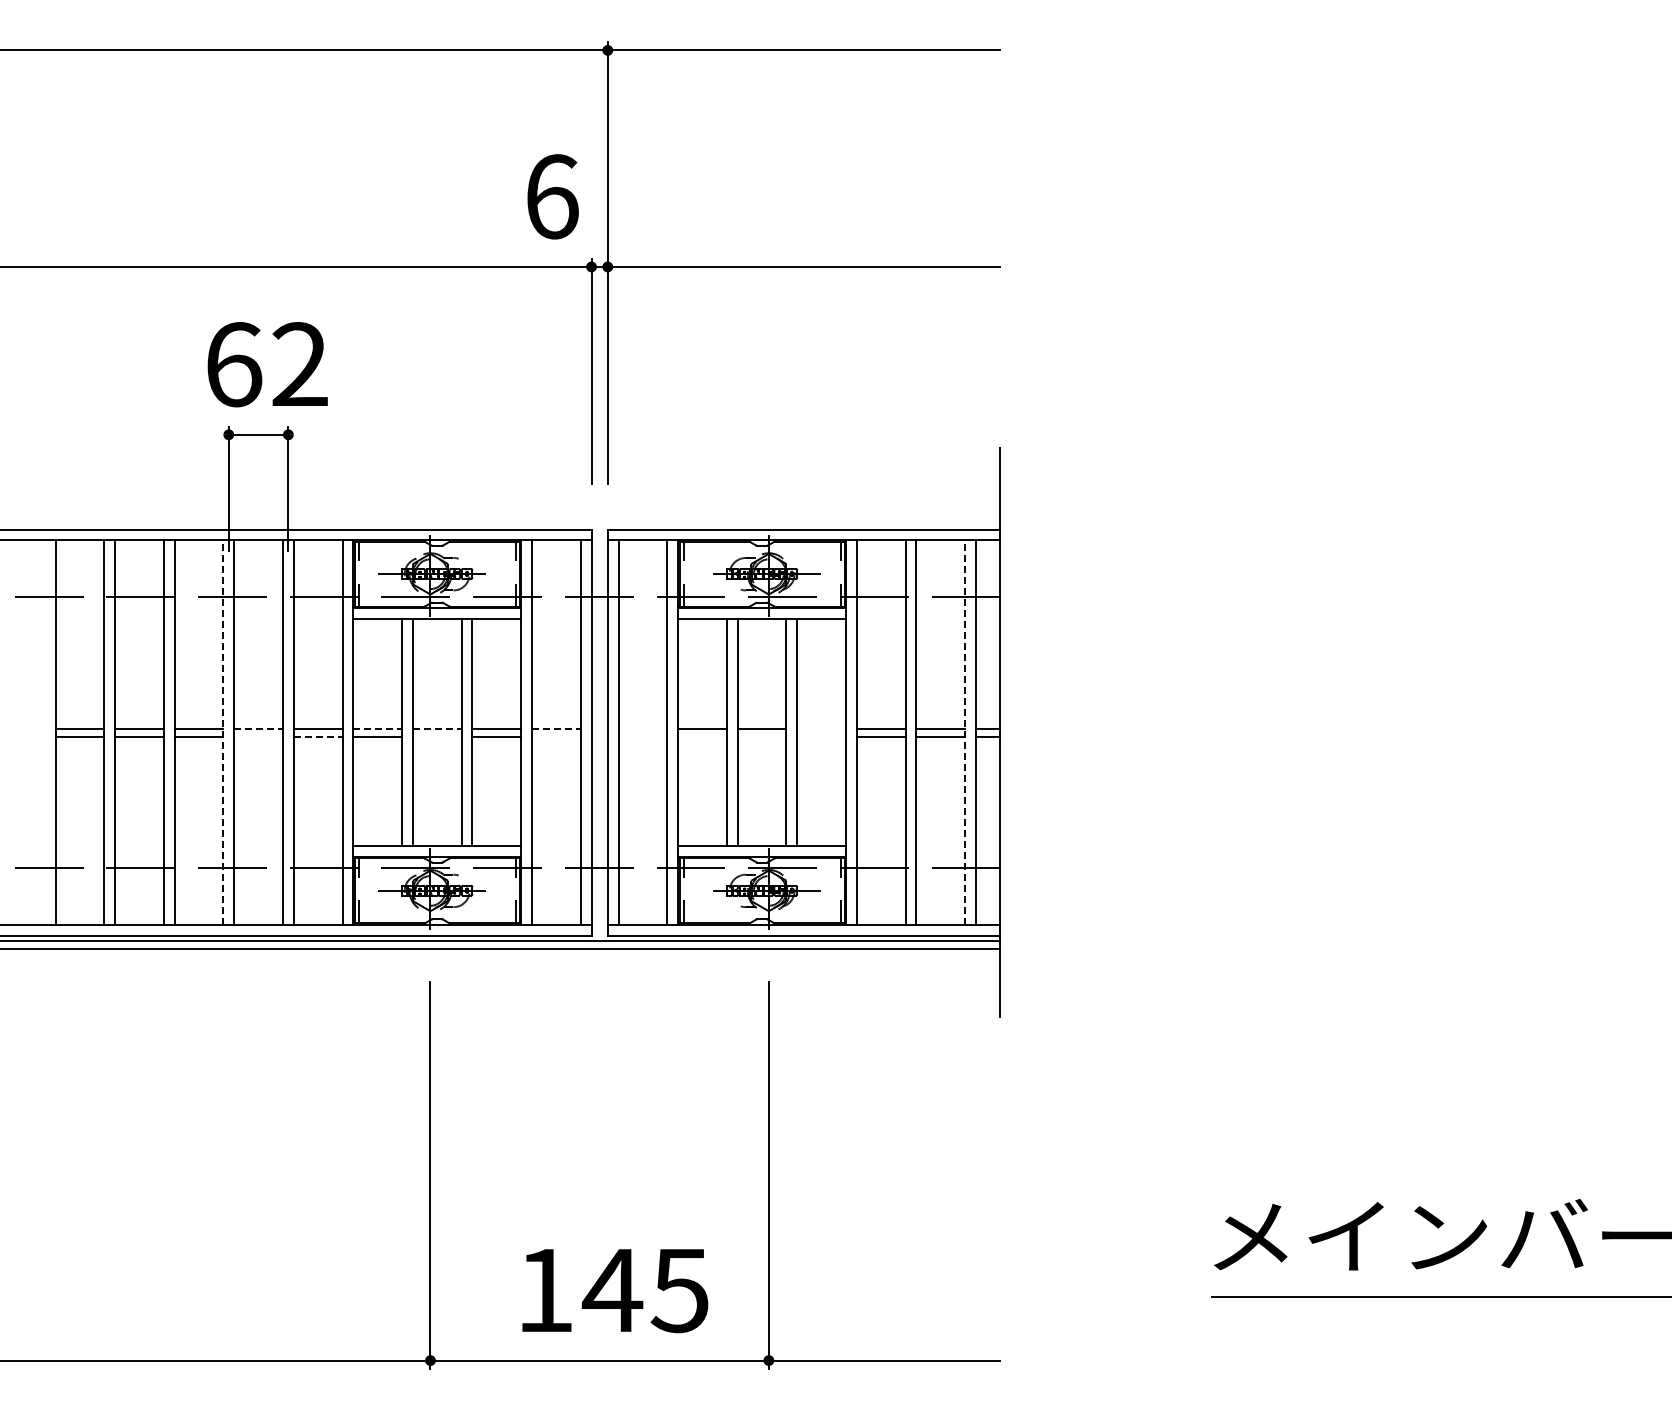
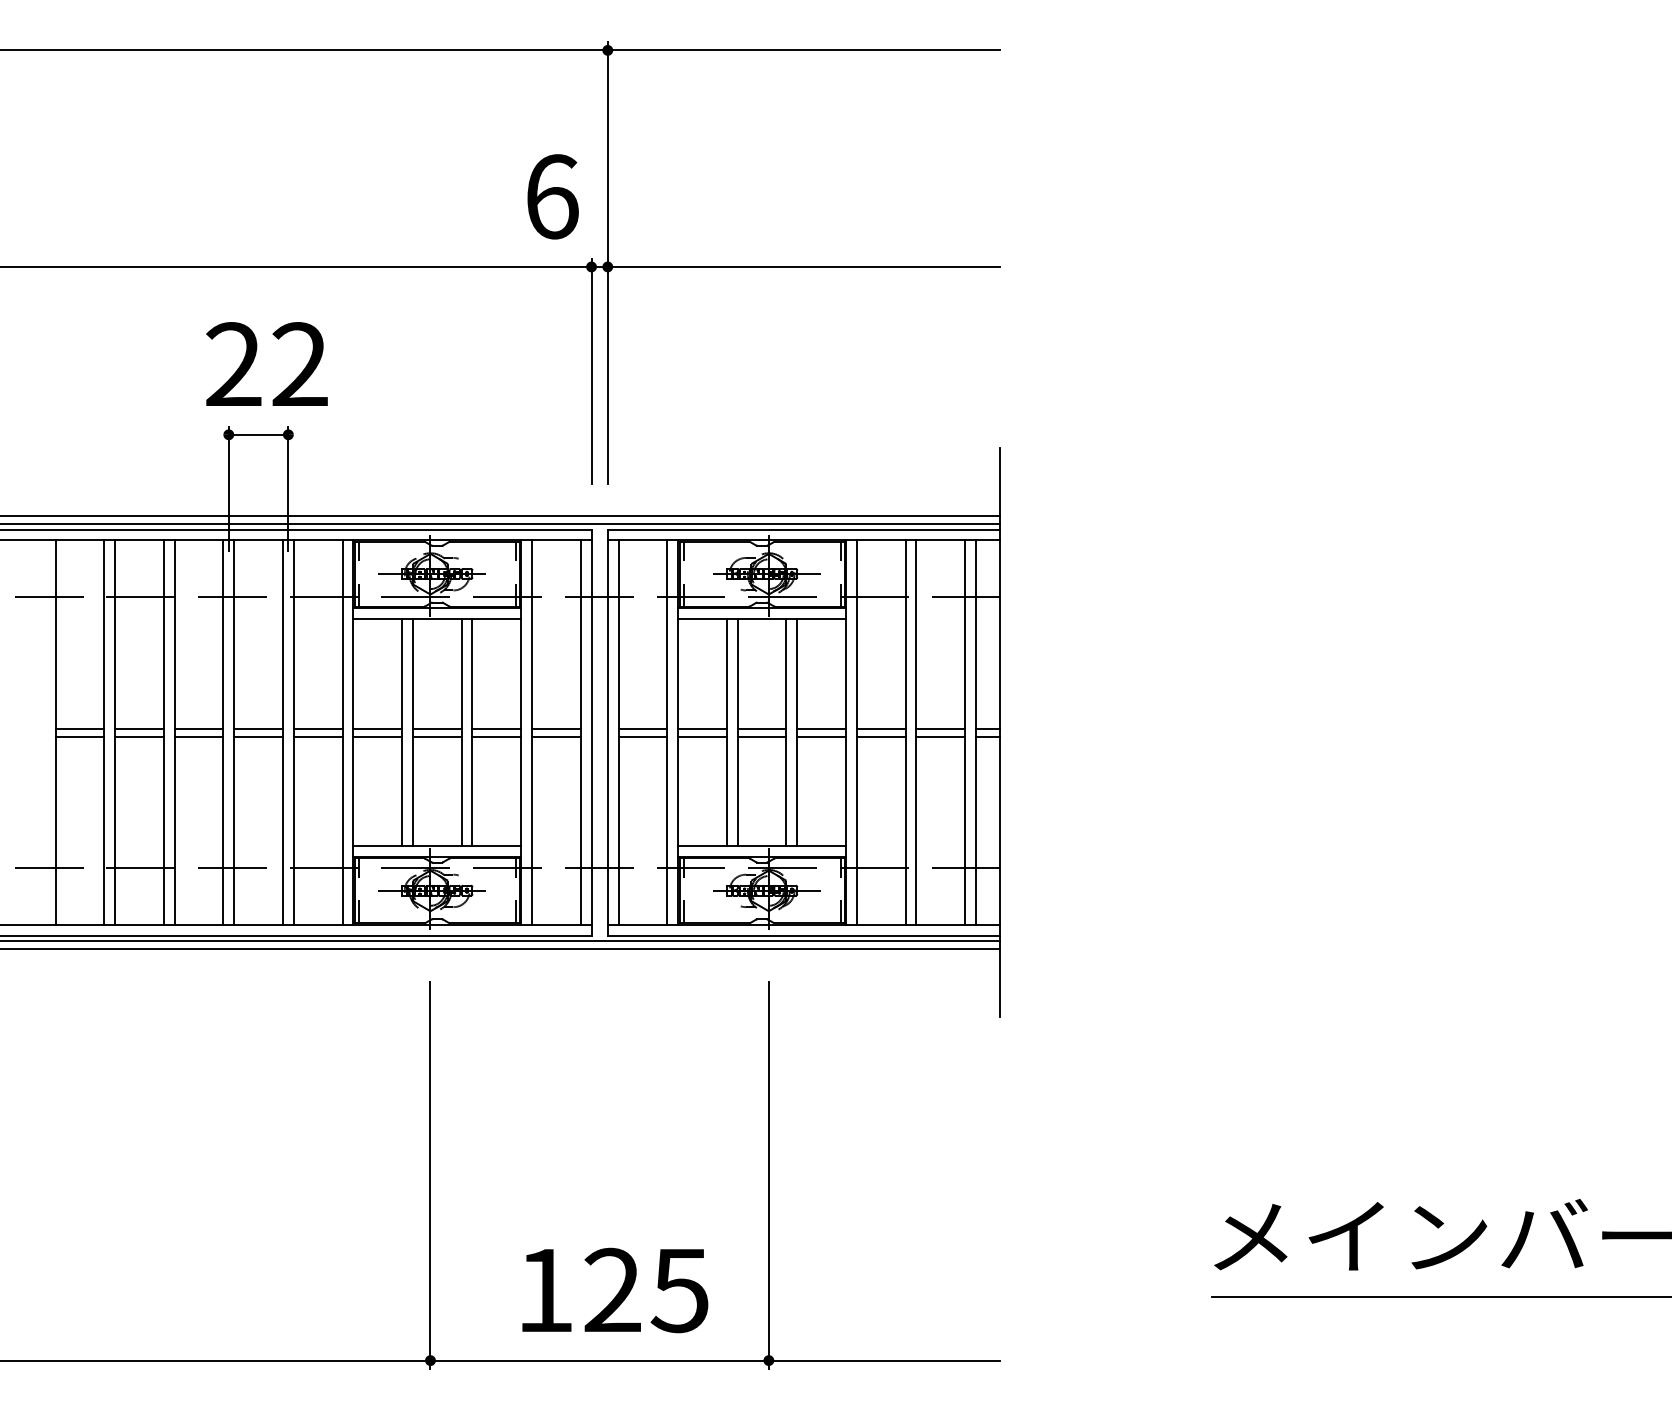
text at (234, 364): 62 -> 22
line at (501, 516): none -> present
line at (501, 524): none -> present
line at (259, 728): dashed -> solid
line at (378, 728): dashed -> solid
line at (437, 728): dashed -> solid
line at (556, 728): dashed -> solid
line at (642, 728): none -> present
line at (821, 728): none -> present
line at (223, 732): dashed -> solid
line at (965, 732): dashed -> solid
line at (258, 736): none -> present
line at (318, 736): dashed -> solid
line at (436, 736): none -> present
line at (555, 736): none -> present
line at (642, 736): none -> present
line at (702, 736): none -> present
line at (761, 736): none -> present
line at (821, 736): none -> present
text at (612, 1289): 145 -> 125
